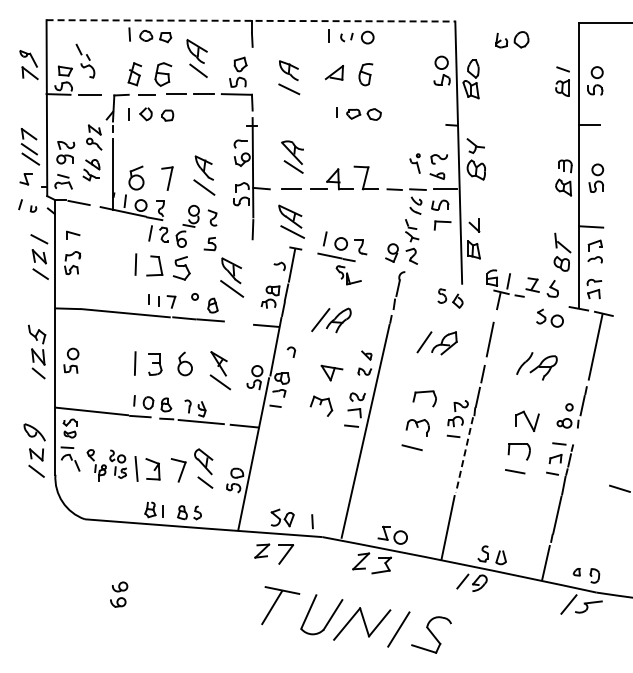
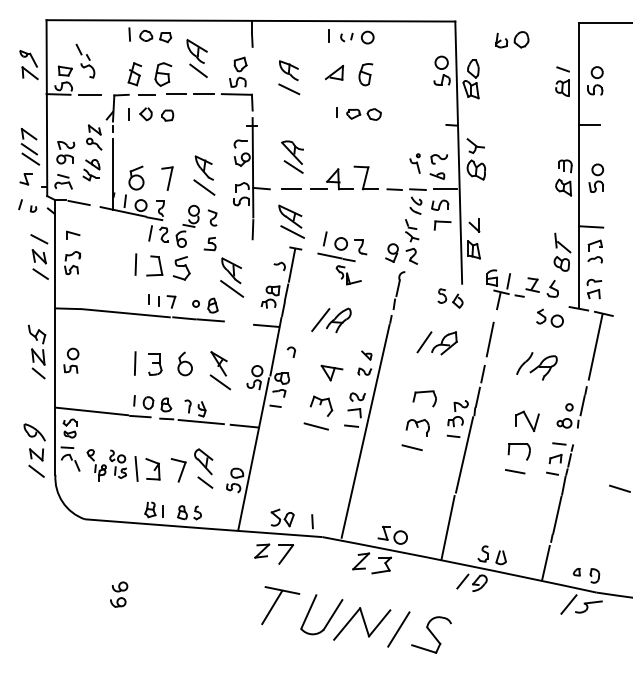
line at (251, 20): dashed -> solid
circle at (194, 296) position: (194, 296) -> (195, 303)
line at (315, 426): none -> present
line at (464, 454): dashed -> solid
